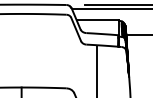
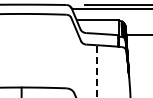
line at (96, 71): solid -> dashed
